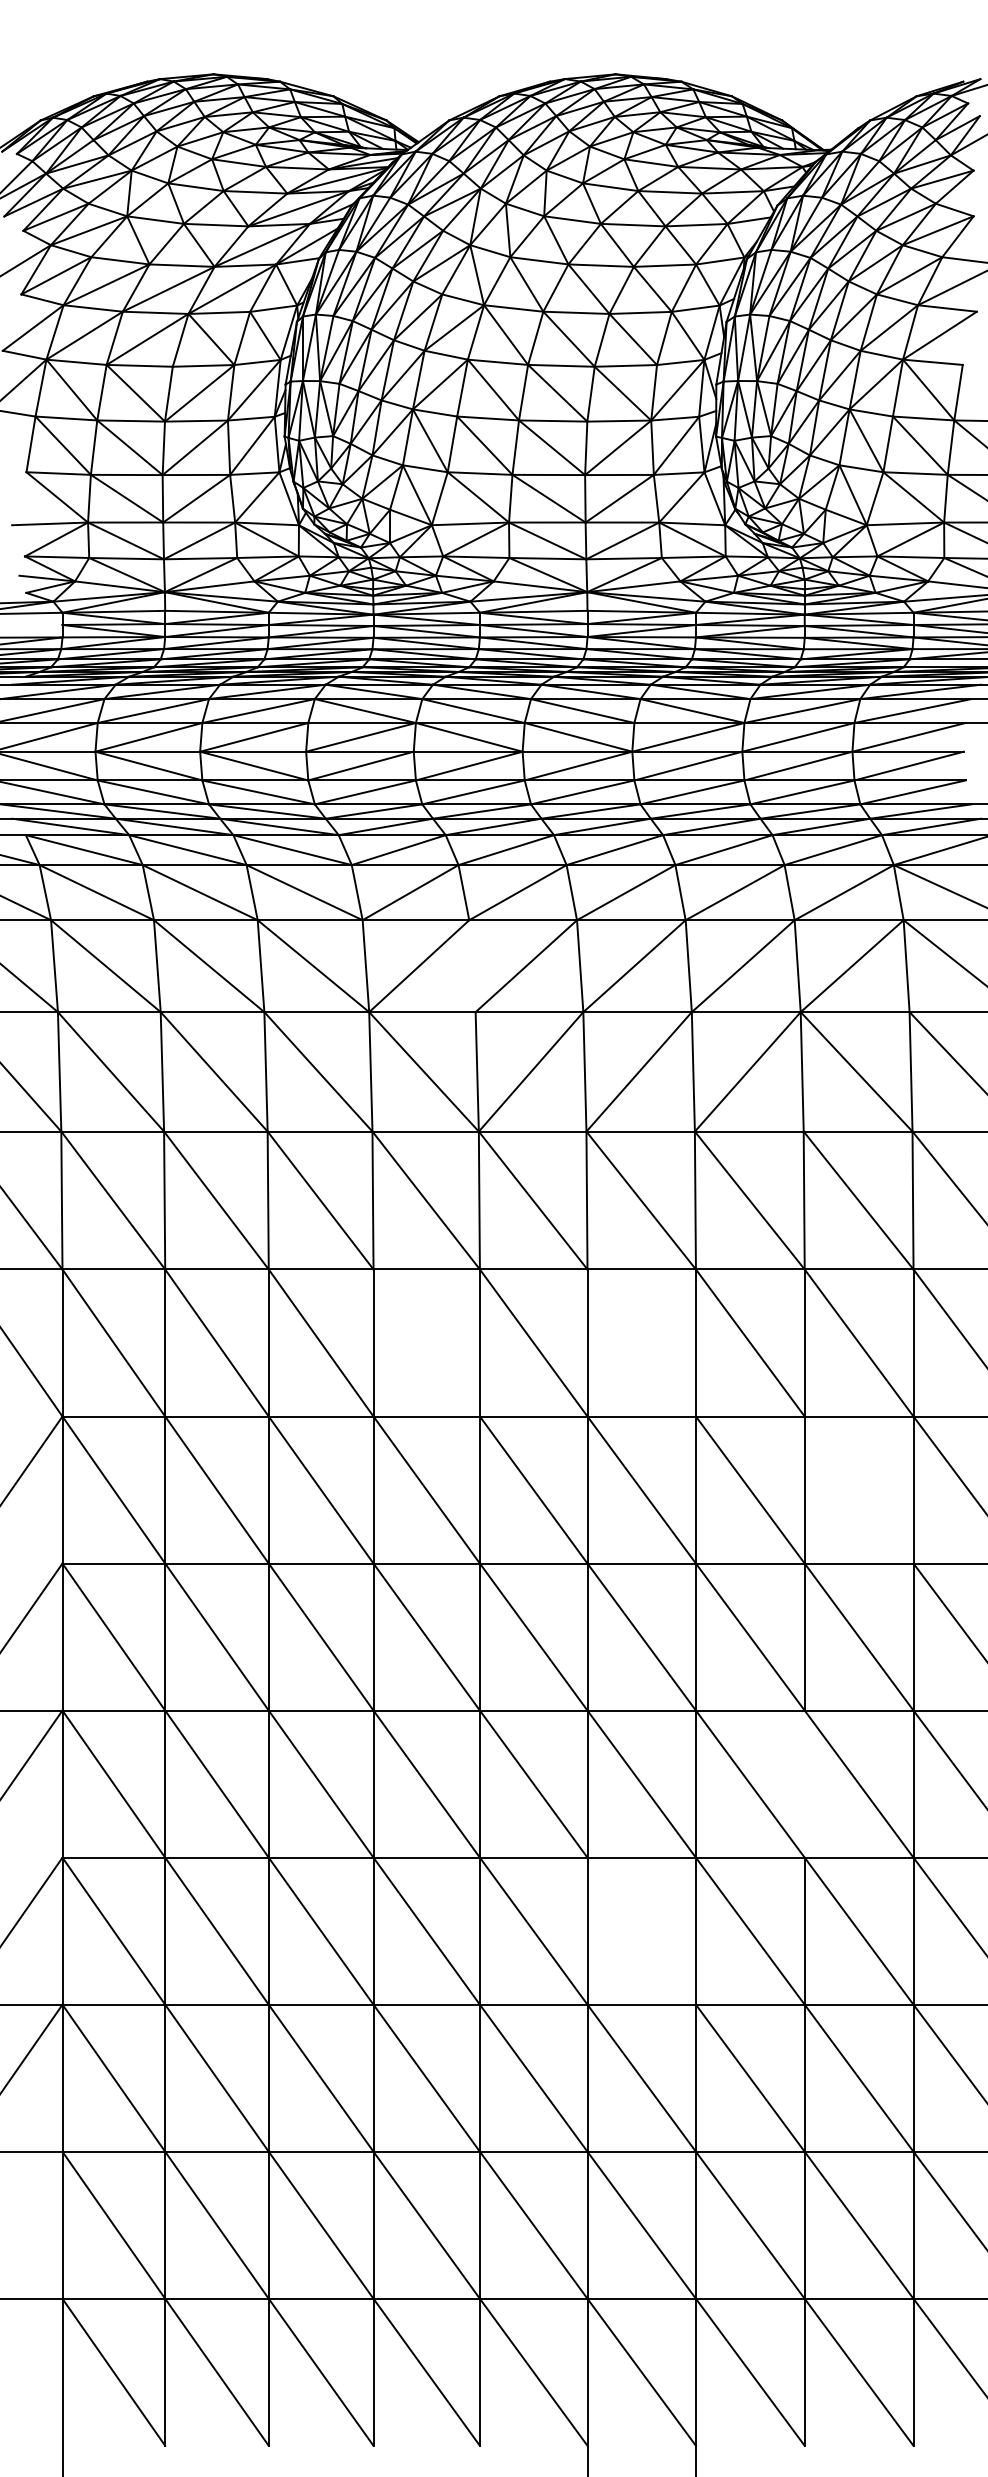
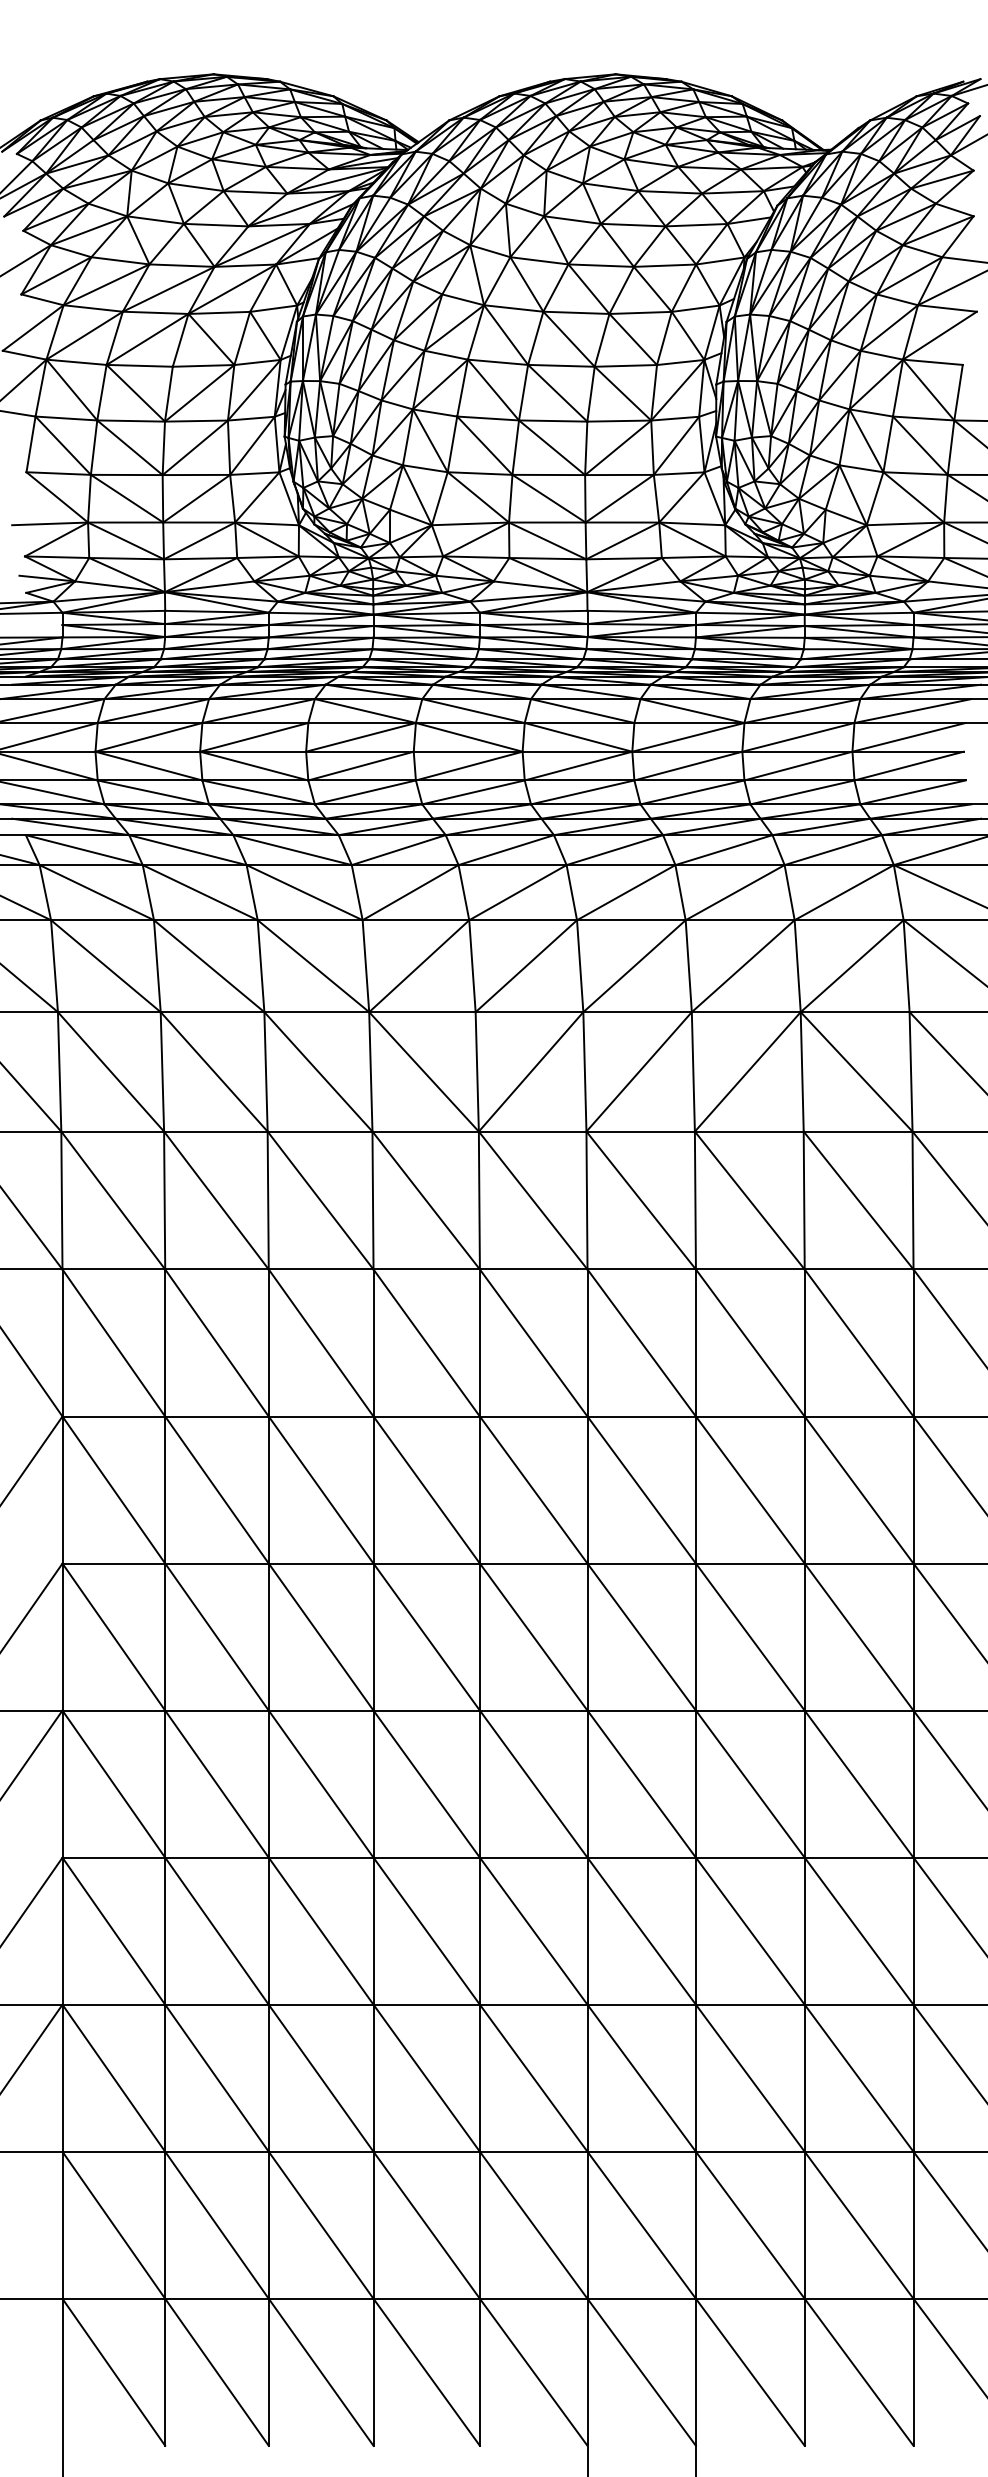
line at (472, 966): none -> present
line at (426, 1342): none -> present
line at (641, 1342): none -> present
line at (858, 1489): none -> present
line at (804, 1783): none -> present
line at (641, 1930): none -> present
